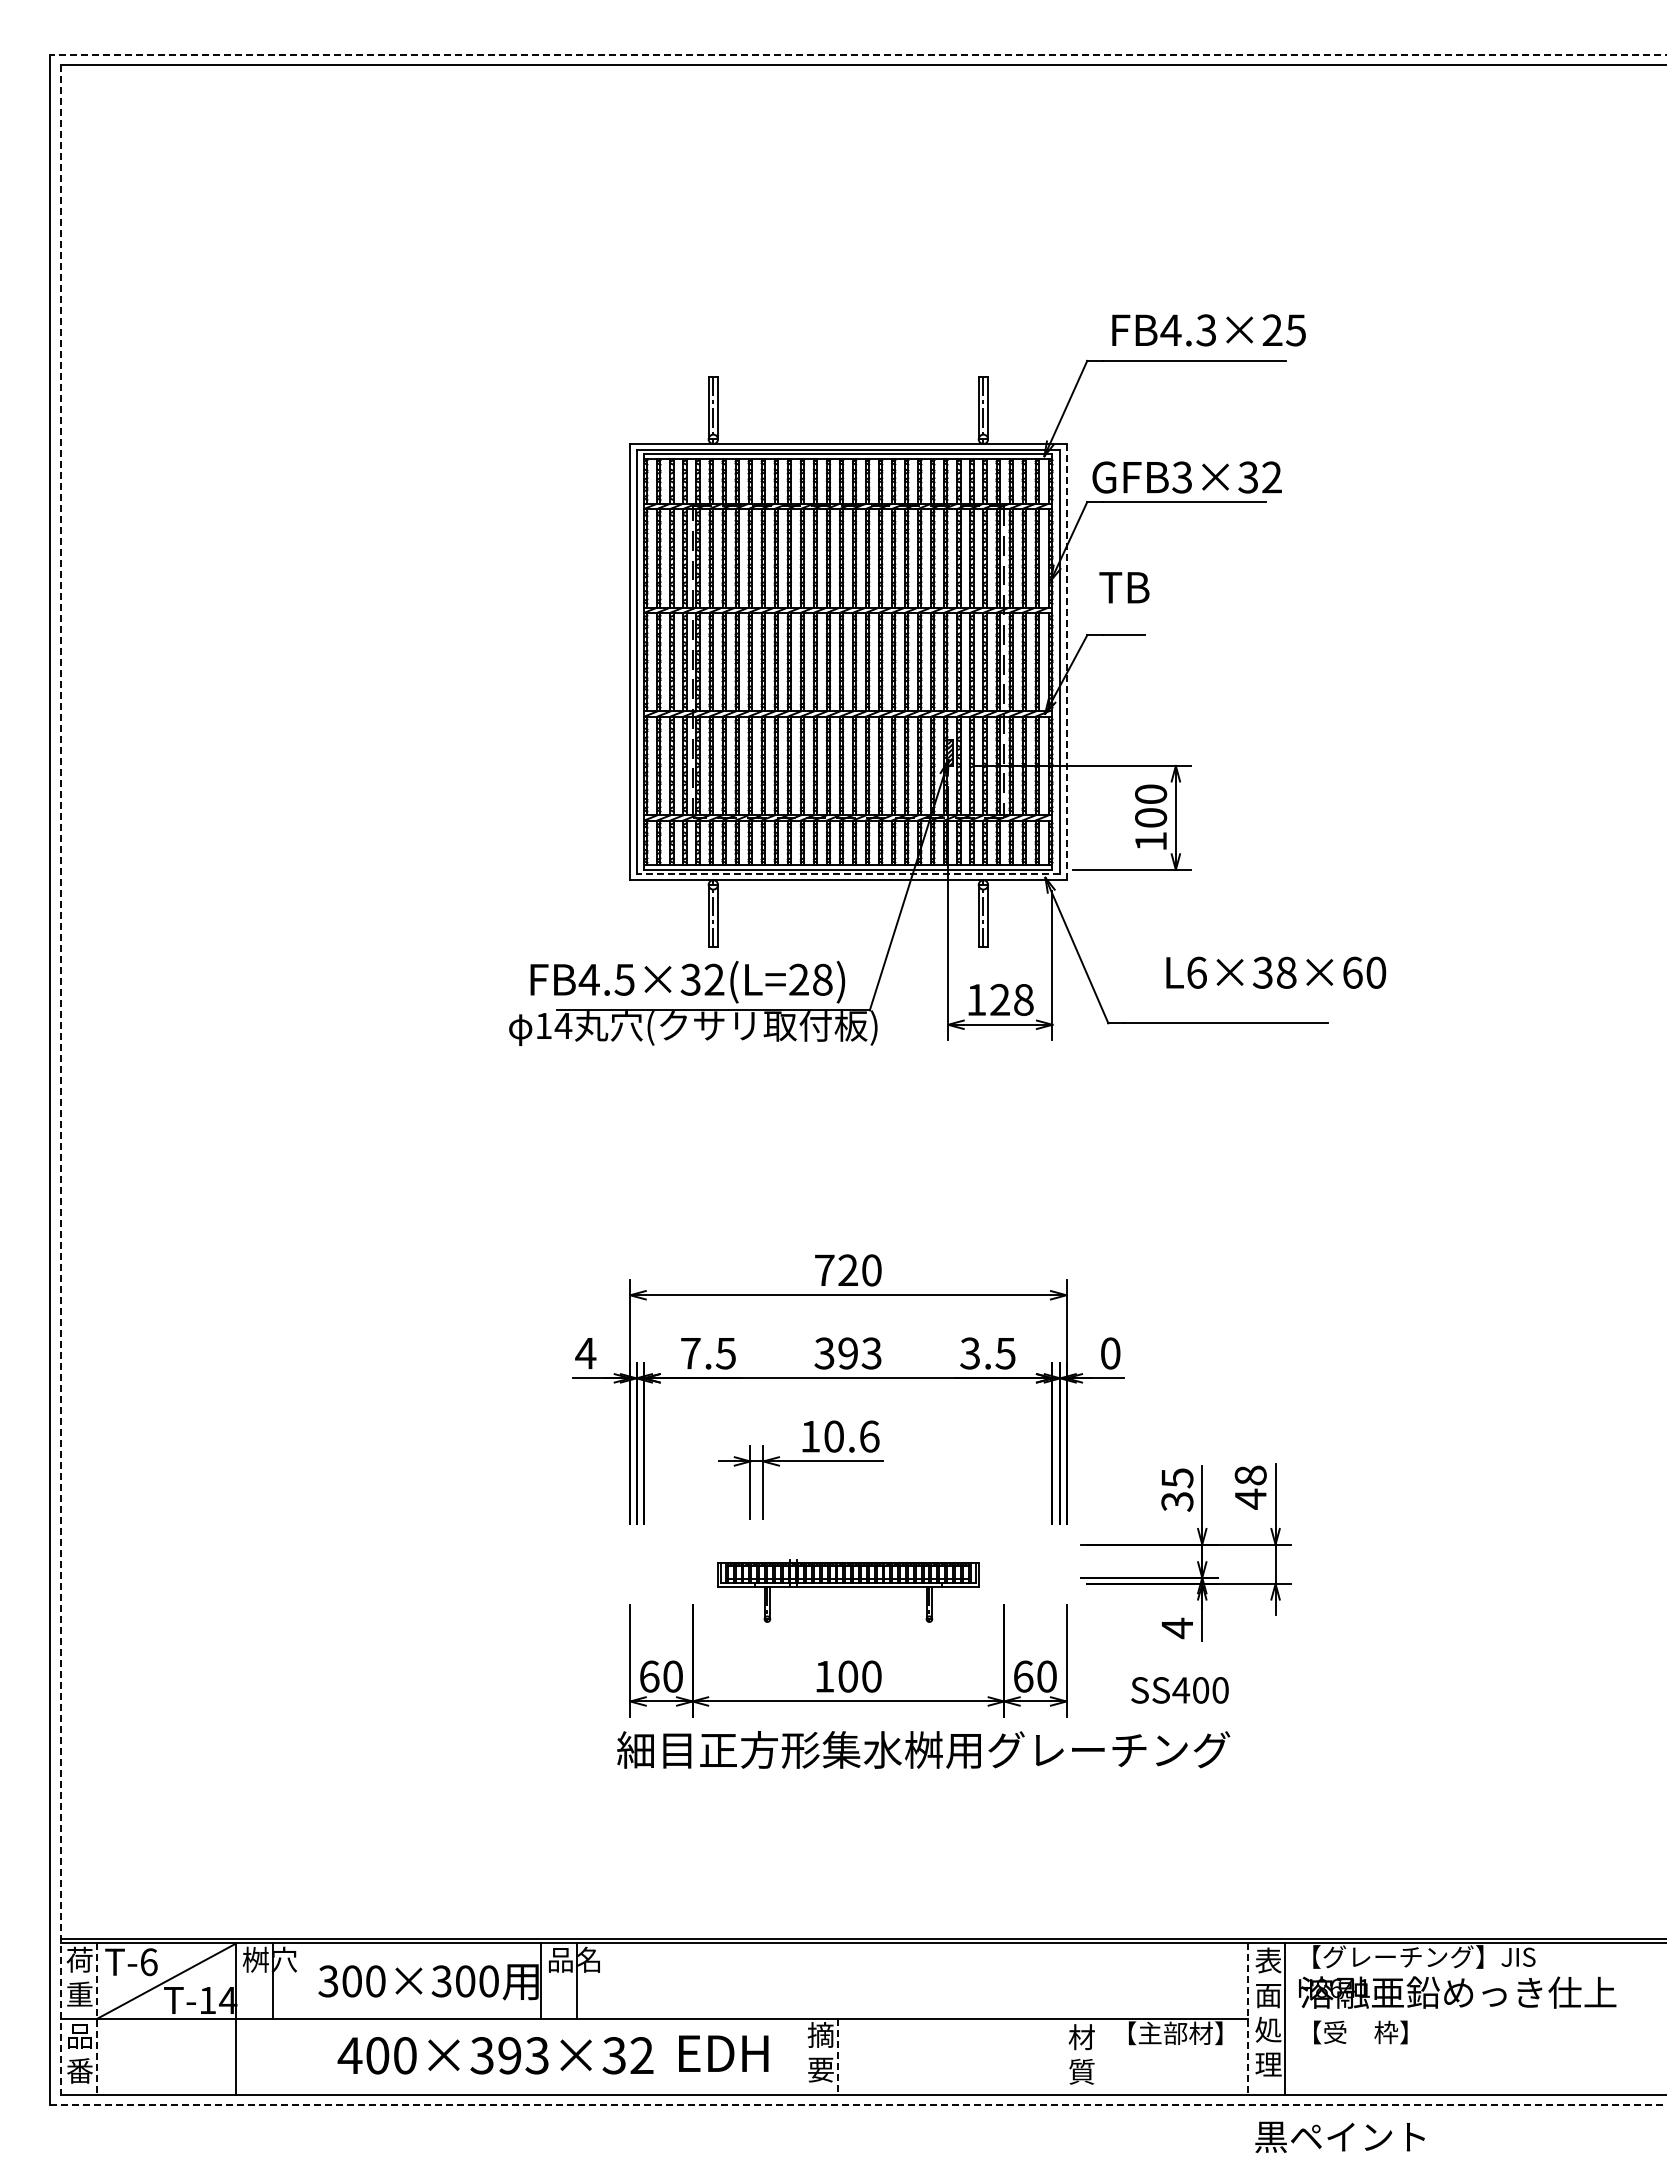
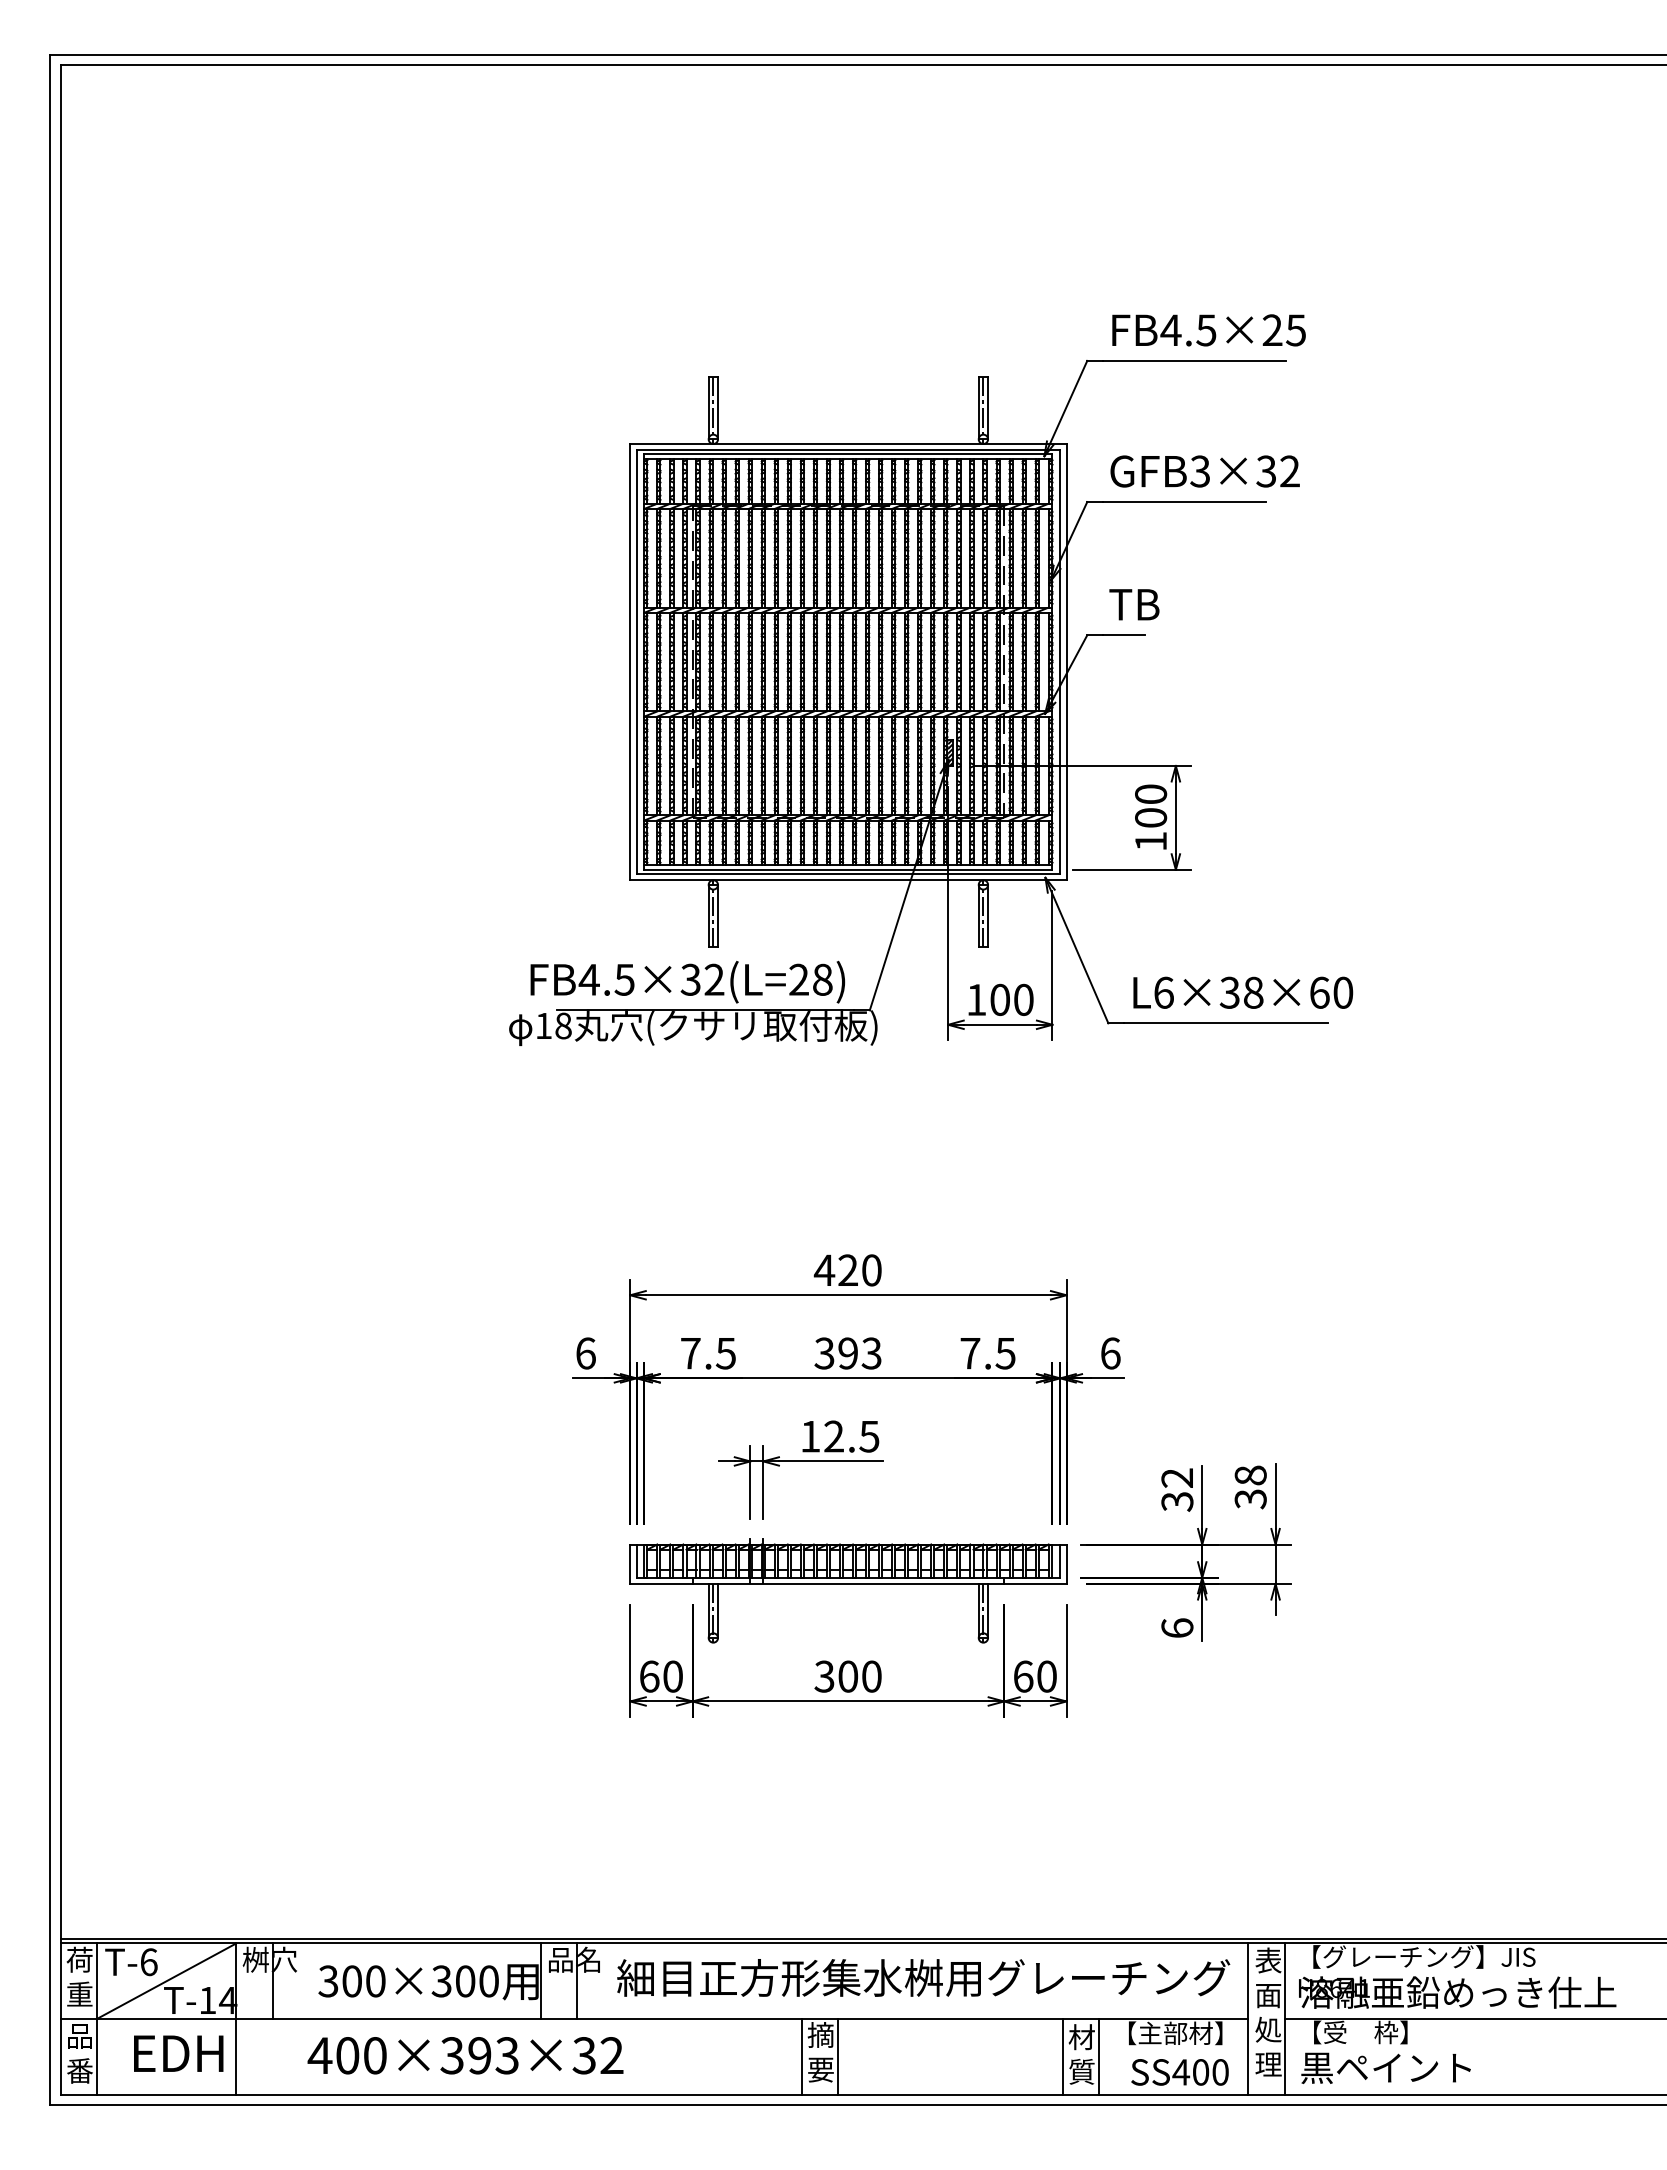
line at (858, 55): dashed -> solid
text at (1206, 329): FB4.3×25 -> FB4.5×25
text at (1186, 477) position: (1186, 477) -> (1204, 471)
text at (1124, 587) position: (1124, 587) -> (1134, 604)
line at (1066, 662): dashed -> solid
line at (848, 874): dashed -> solid
text at (1276, 972) position: (1276, 972) -> (1243, 992)
text at (1011, 999): 128 -> 100
text at (563, 1025): 14 -> 18
line at (60, 1079): dashed -> solid
text at (824, 1269): 720 -> 420
text at (585, 1353): 4 -> 6
text at (970, 1353): 3.5 -> 7.5
text at (1110, 1353): 0 -> 6
text at (851, 1436): 10.6 -> 12.5
text at (1177, 1478): 35 -> 32
text at (1250, 1498): 48 -> 38
part at (848, 1590) size: 263x64 px -> 439x106 px
text at (1177, 1628): 4 -> 6
text at (824, 1676): 100 -> 300
text at (1179, 1690) position: (1179, 1690) -> (1179, 2072)
text at (923, 1749) position: (923, 1749) -> (923, 1977)
line at (96, 2019): dashed -> solid
line at (1248, 2019): dashed -> solid
line at (1473, 2019): none -> present
text at (723, 2053) position: (723, 2053) -> (178, 2053)
text at (495, 2055) position: (495, 2055) -> (465, 2055)
line at (802, 2056): none -> present
line at (838, 2056): dashed -> solid
line at (1062, 2056): none -> present
line at (1099, 2056): none -> present
line at (859, 2104): dashed -> solid
text at (1339, 2136) position: (1339, 2136) -> (1385, 2067)
